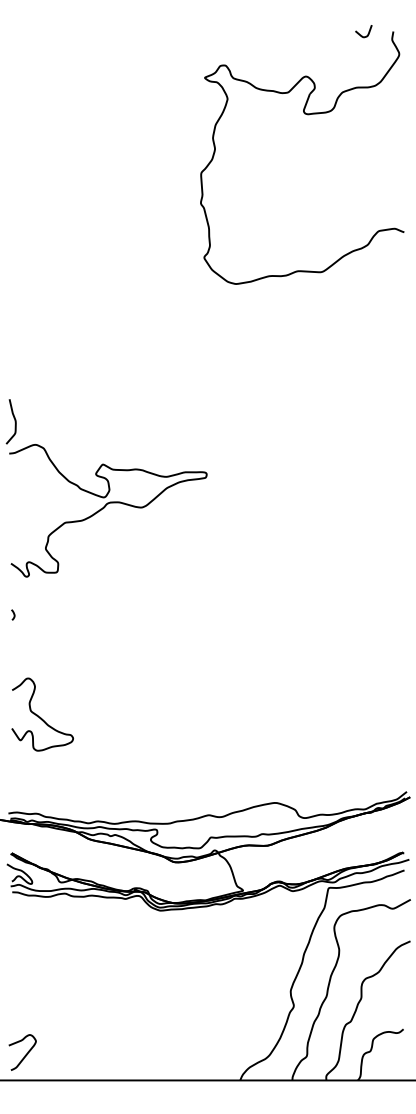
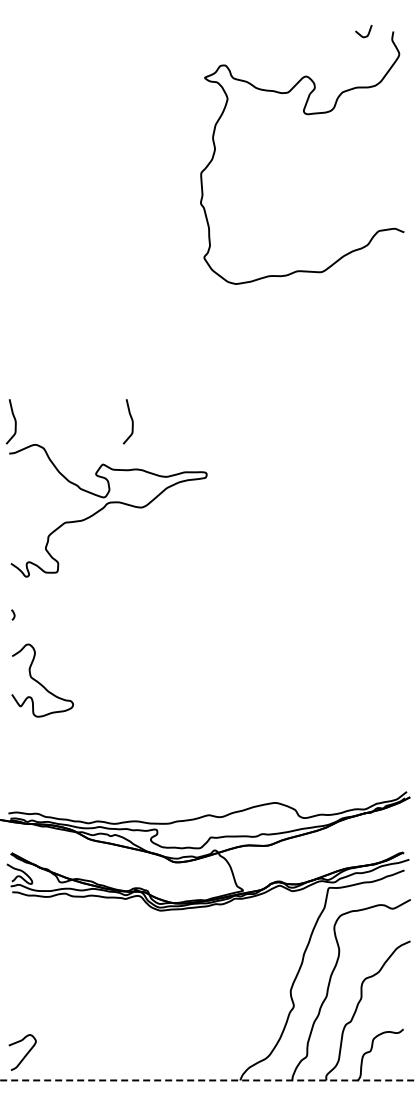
curve at (131, 421): none -> present
curve at (41, 717) position: (41, 717) -> (41, 683)
line at (207, 1080): solid -> dashed
